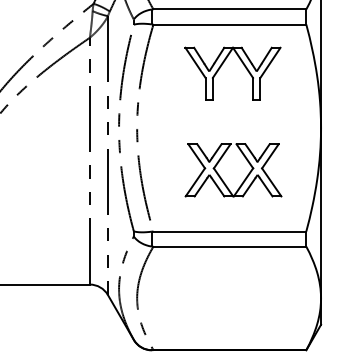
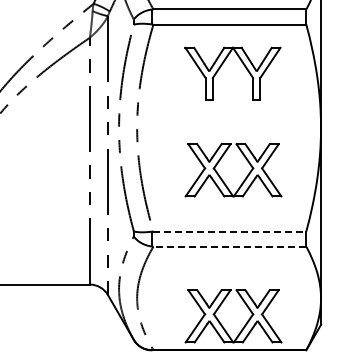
line at (230, 231): solid -> dashed
line at (229, 246): solid -> dashed
part at (221, 323): none -> present
